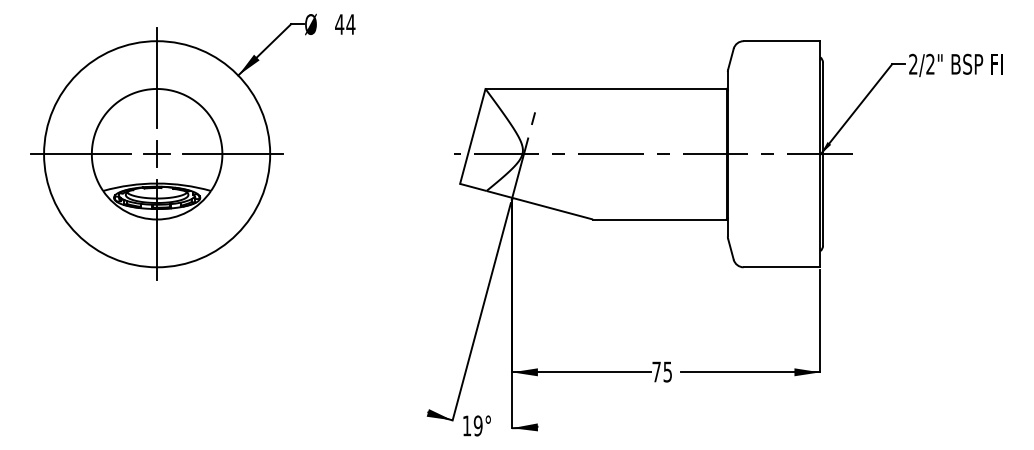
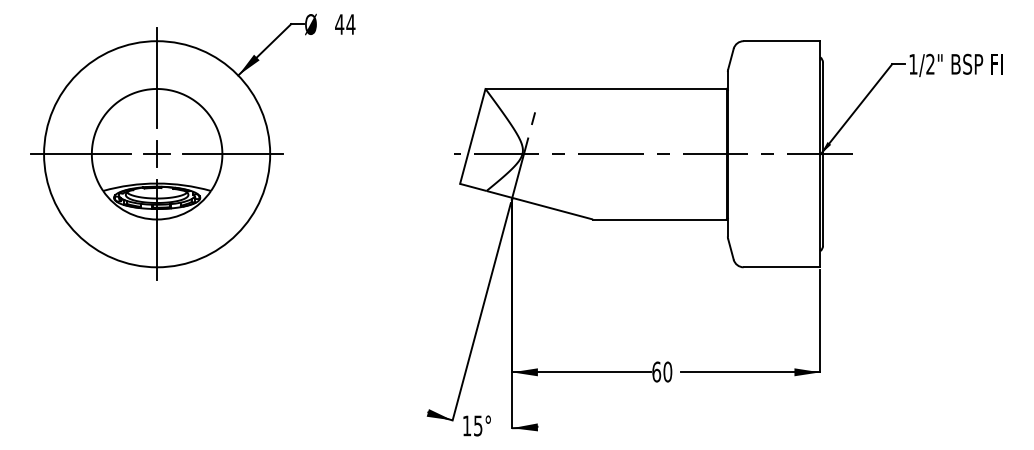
text at (913, 63): 2/2" -> 1/2"
text at (662, 371): 75 -> 60
text at (477, 425): 19° -> 15°
